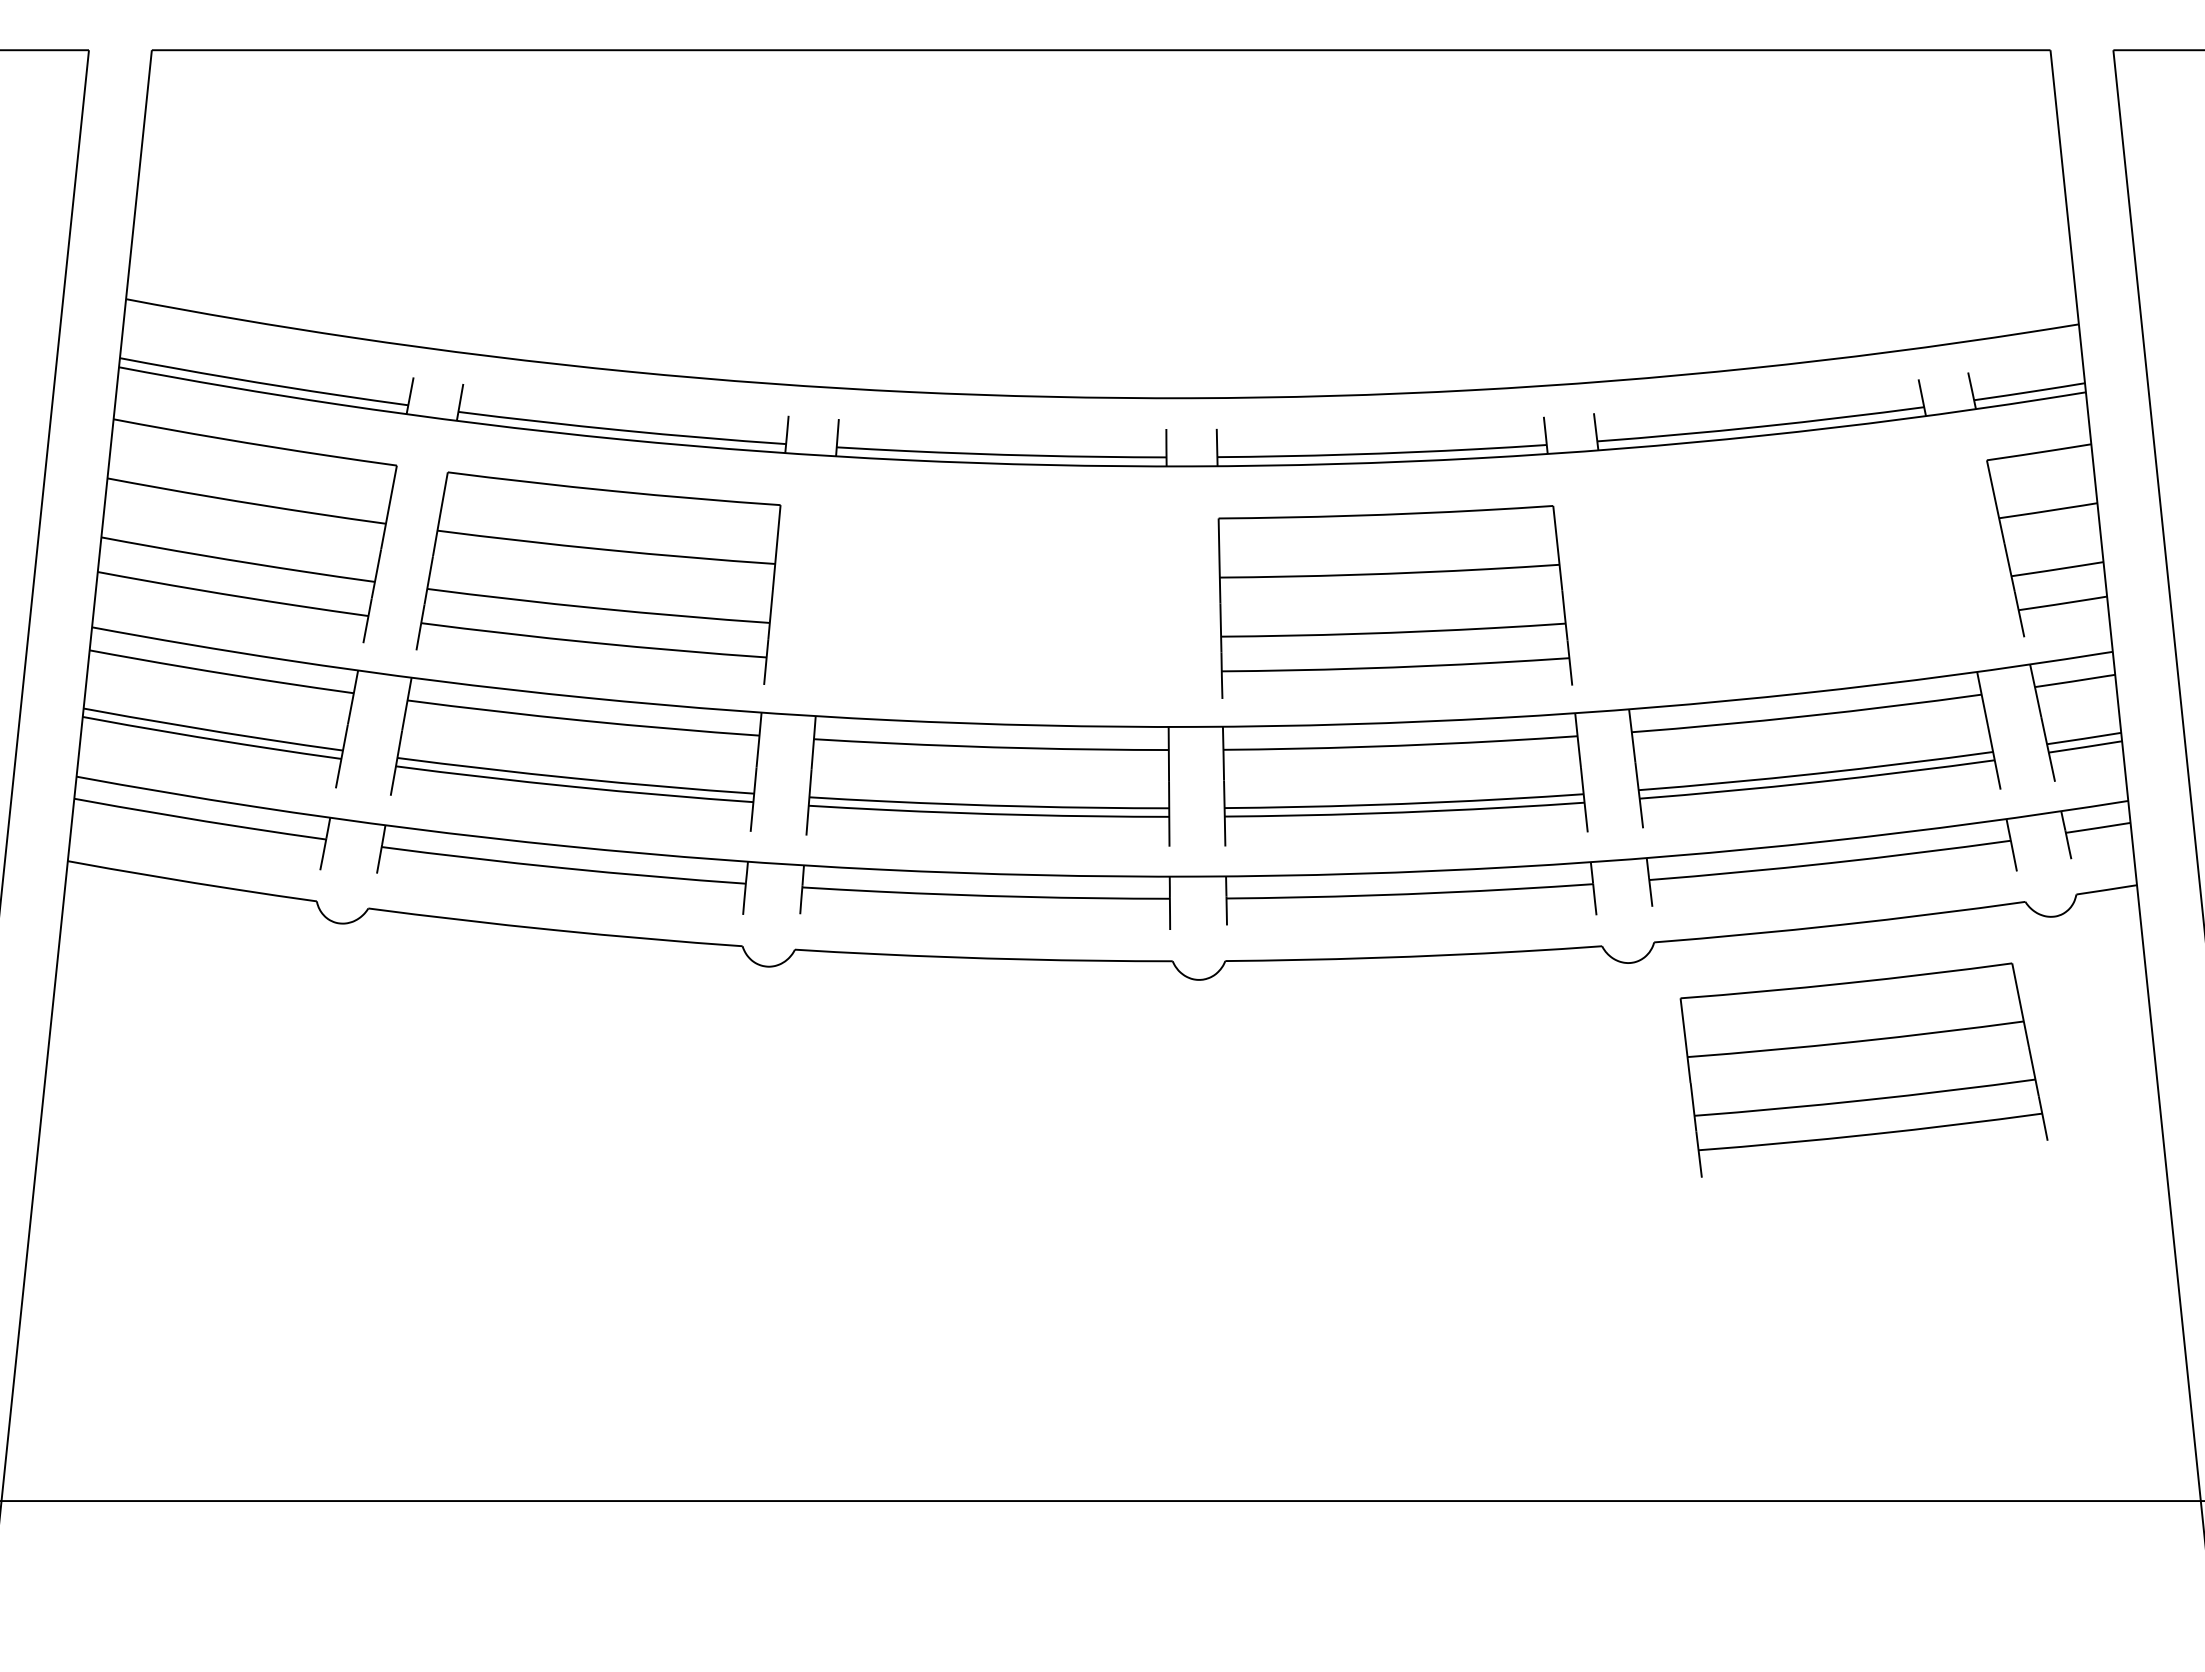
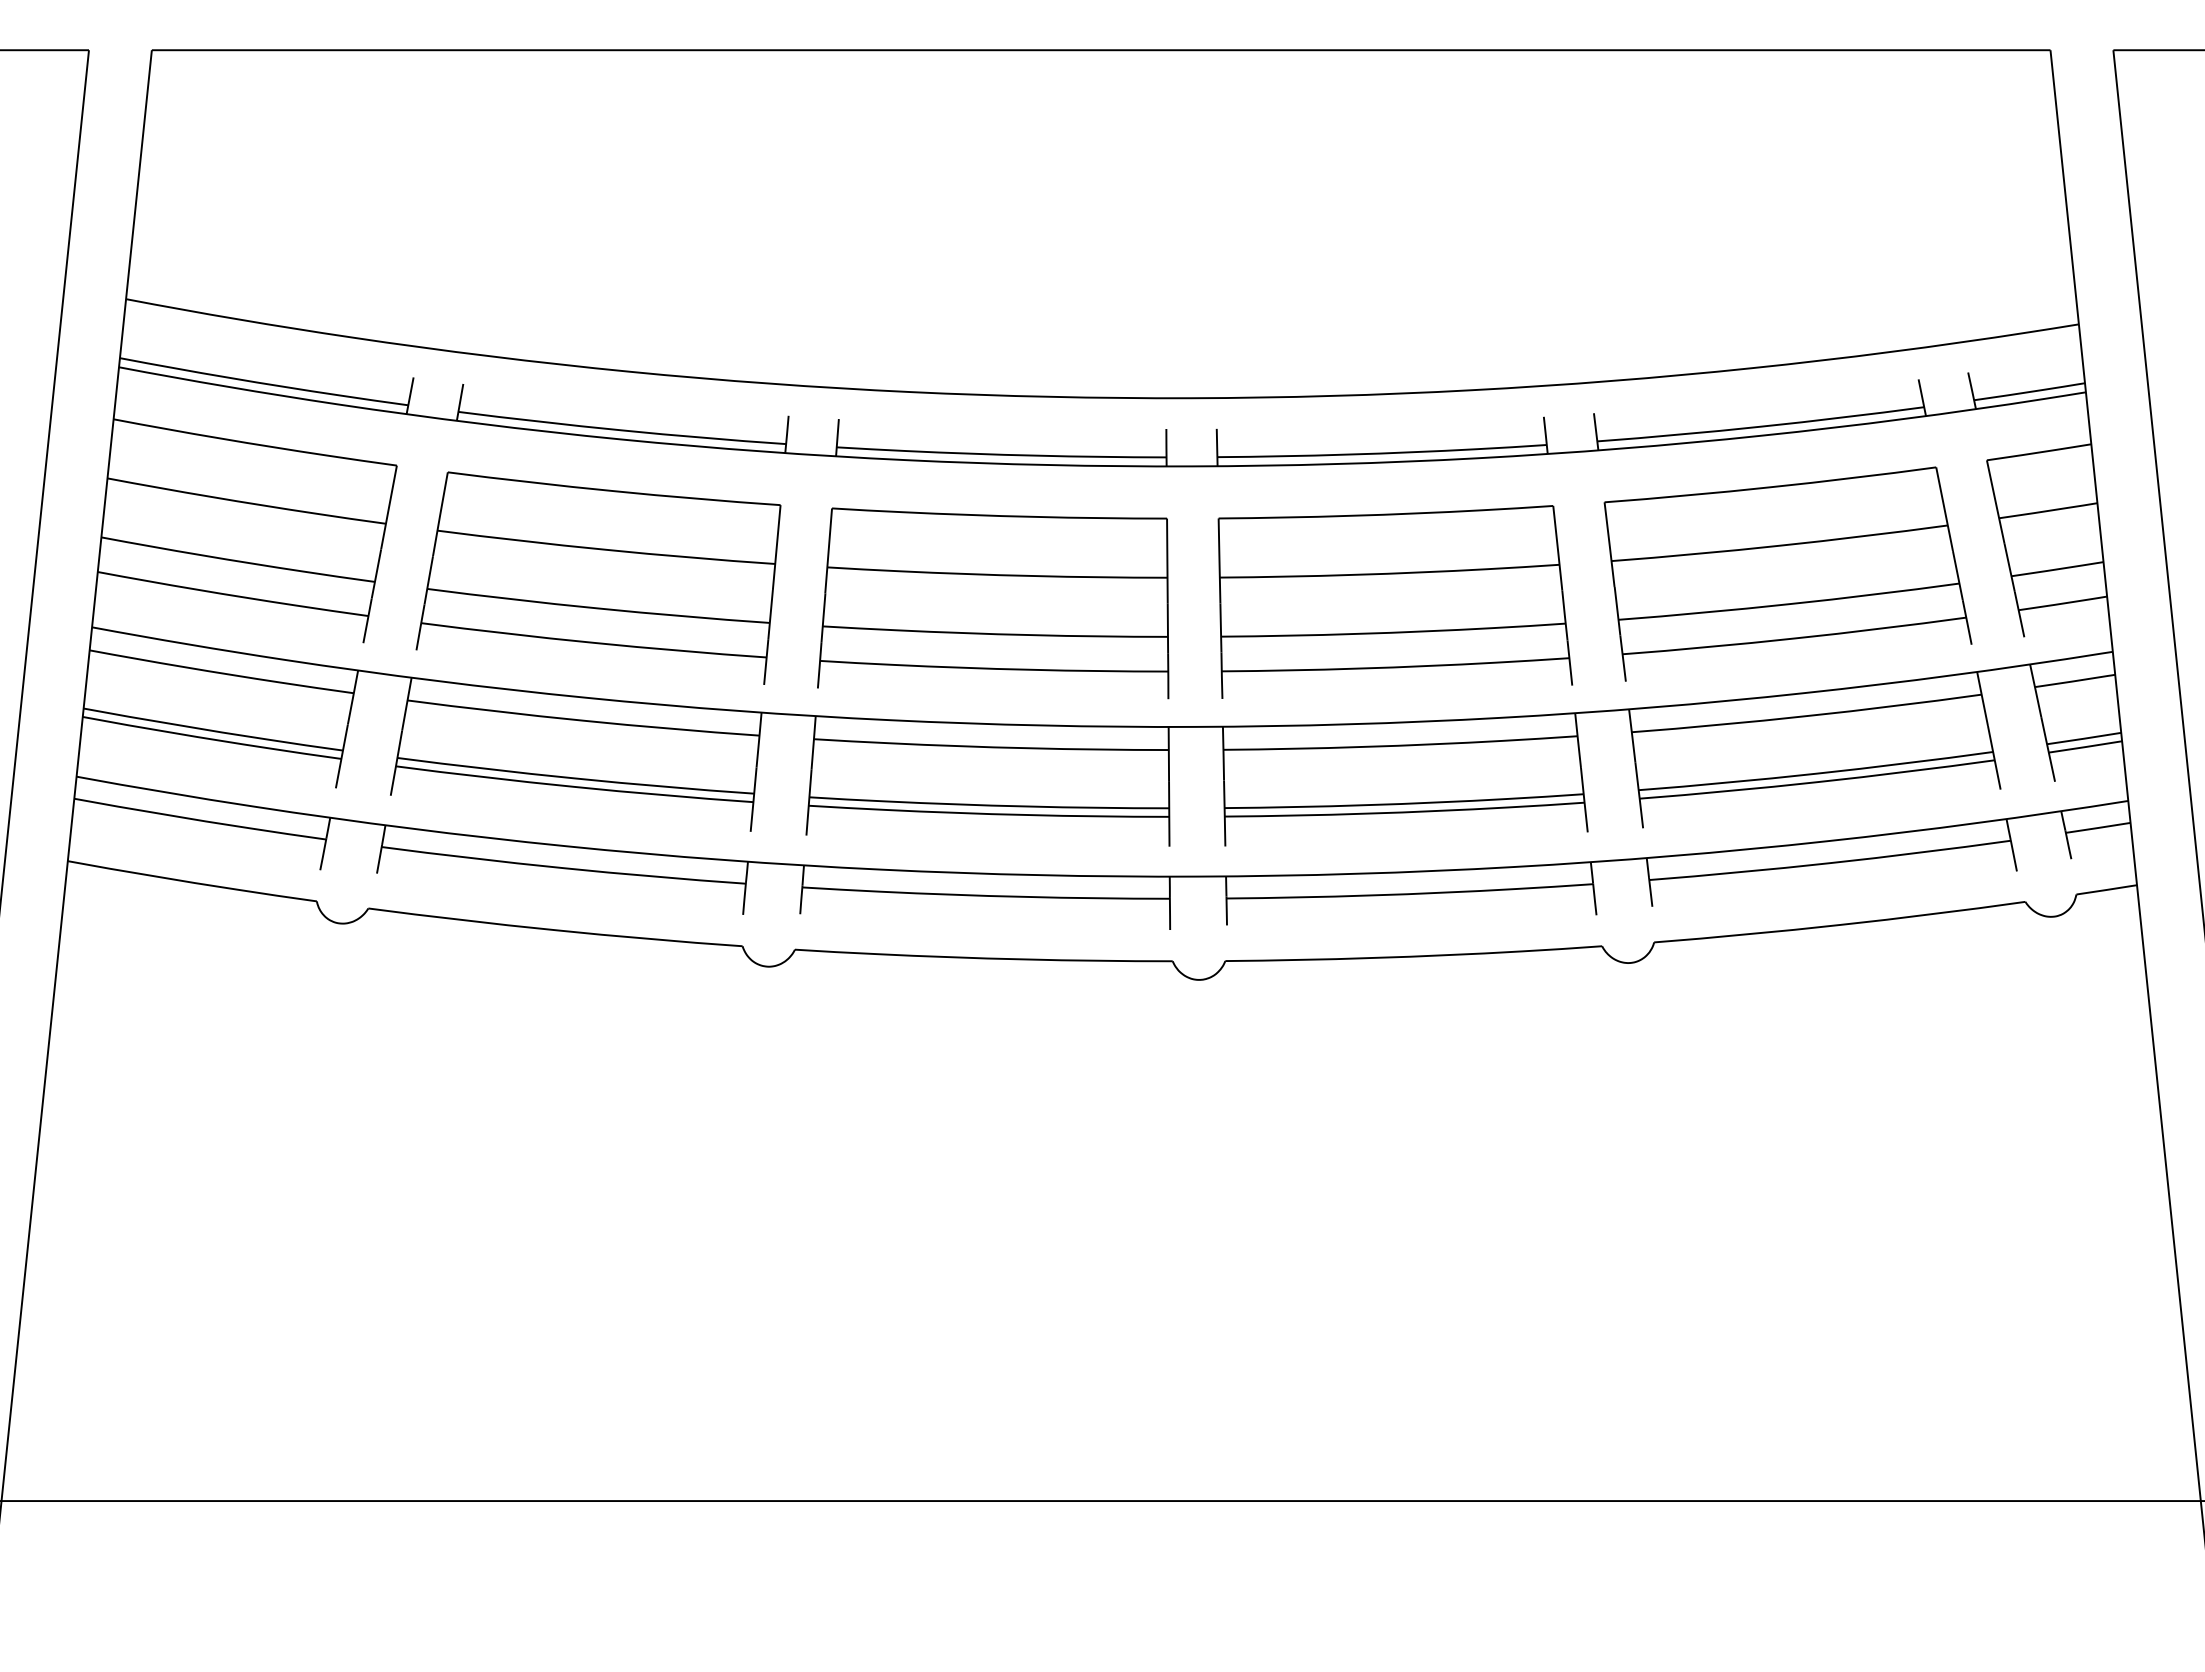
part at (993, 603): none -> present
part at (1863, 1069) position: (1863, 1069) -> (1787, 573)
